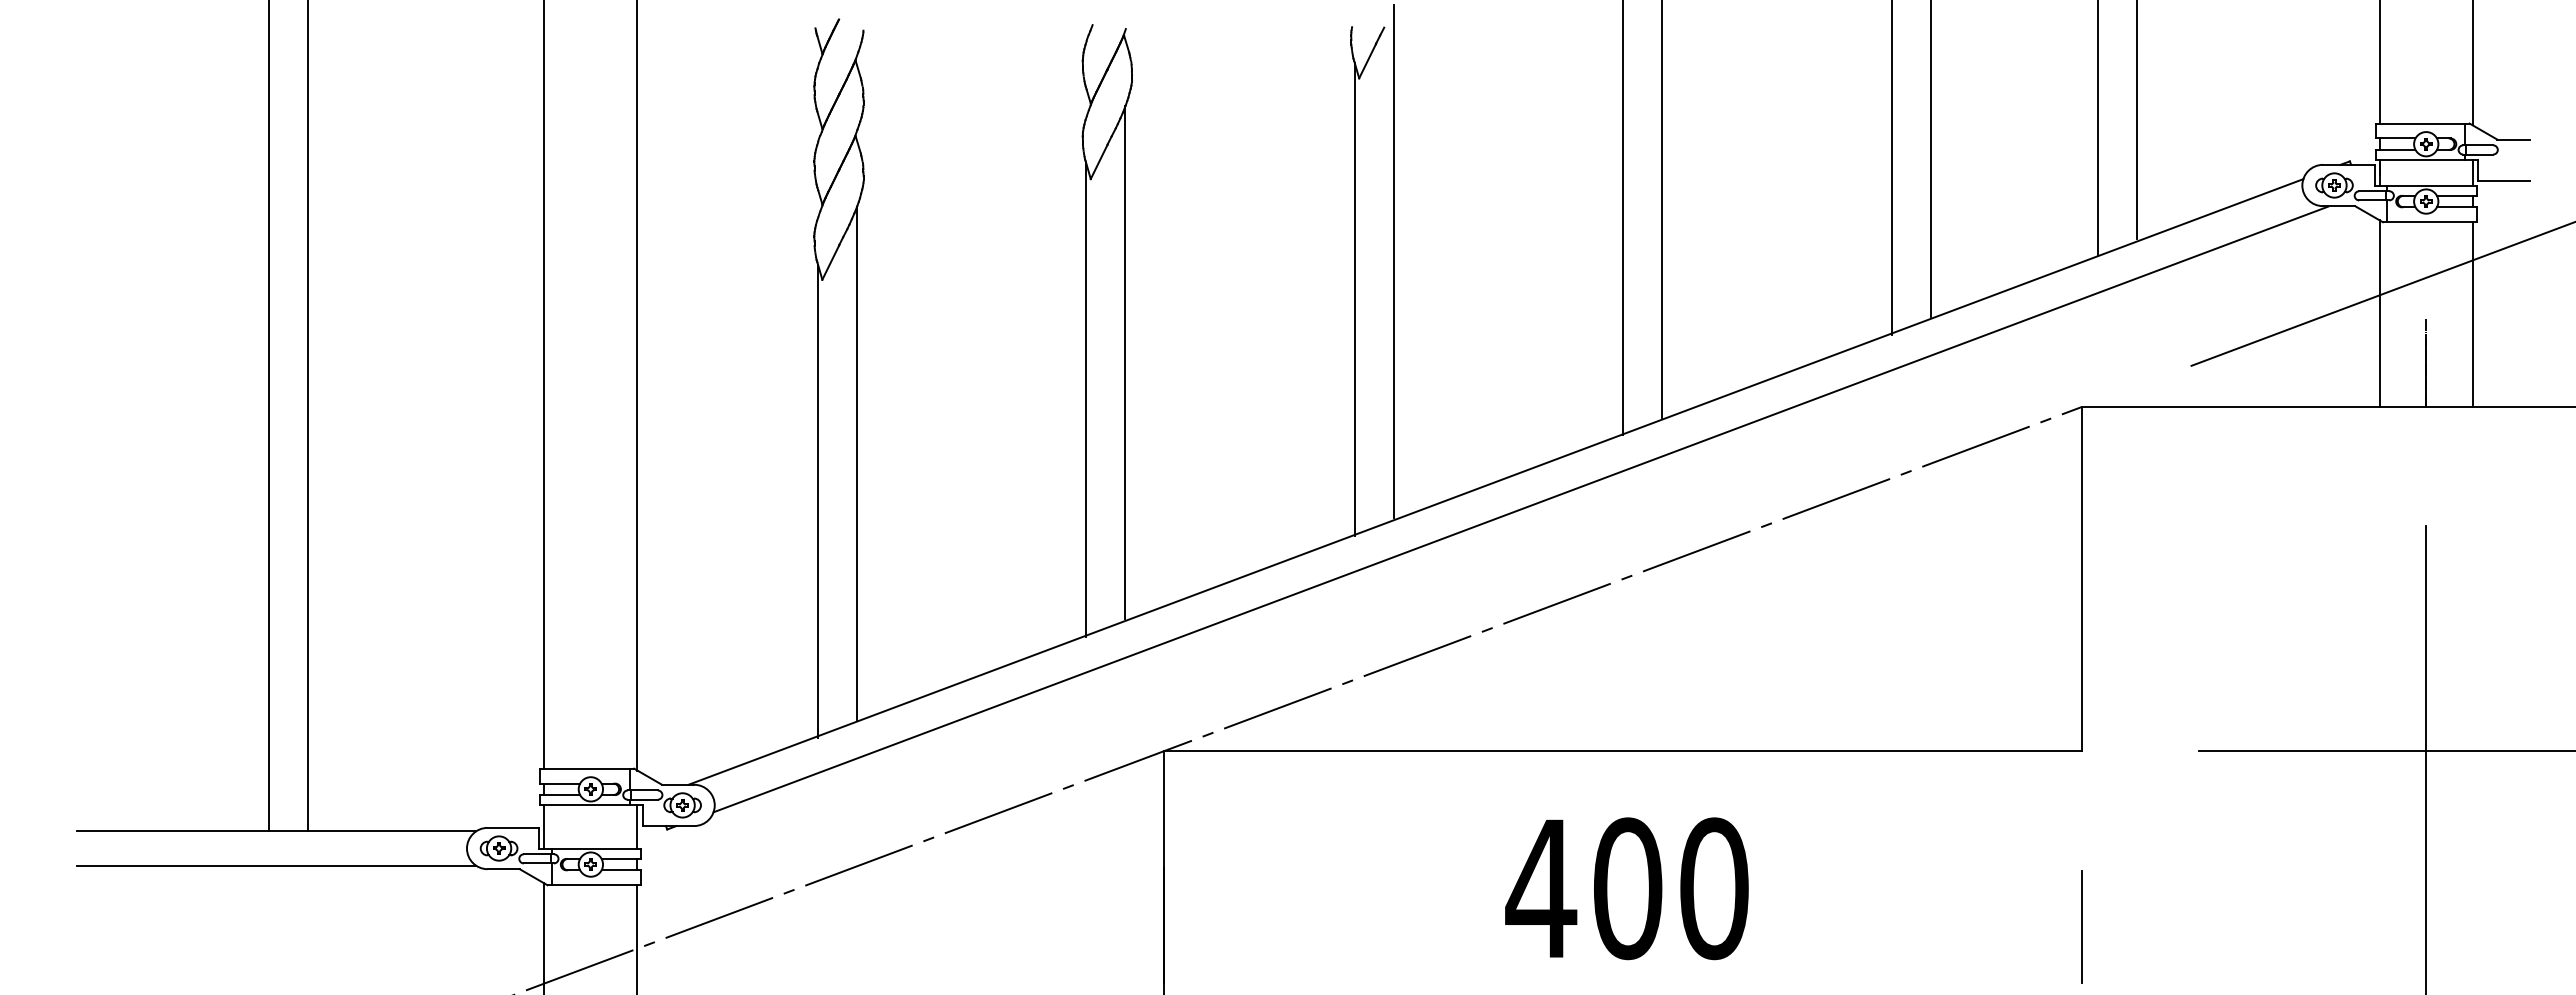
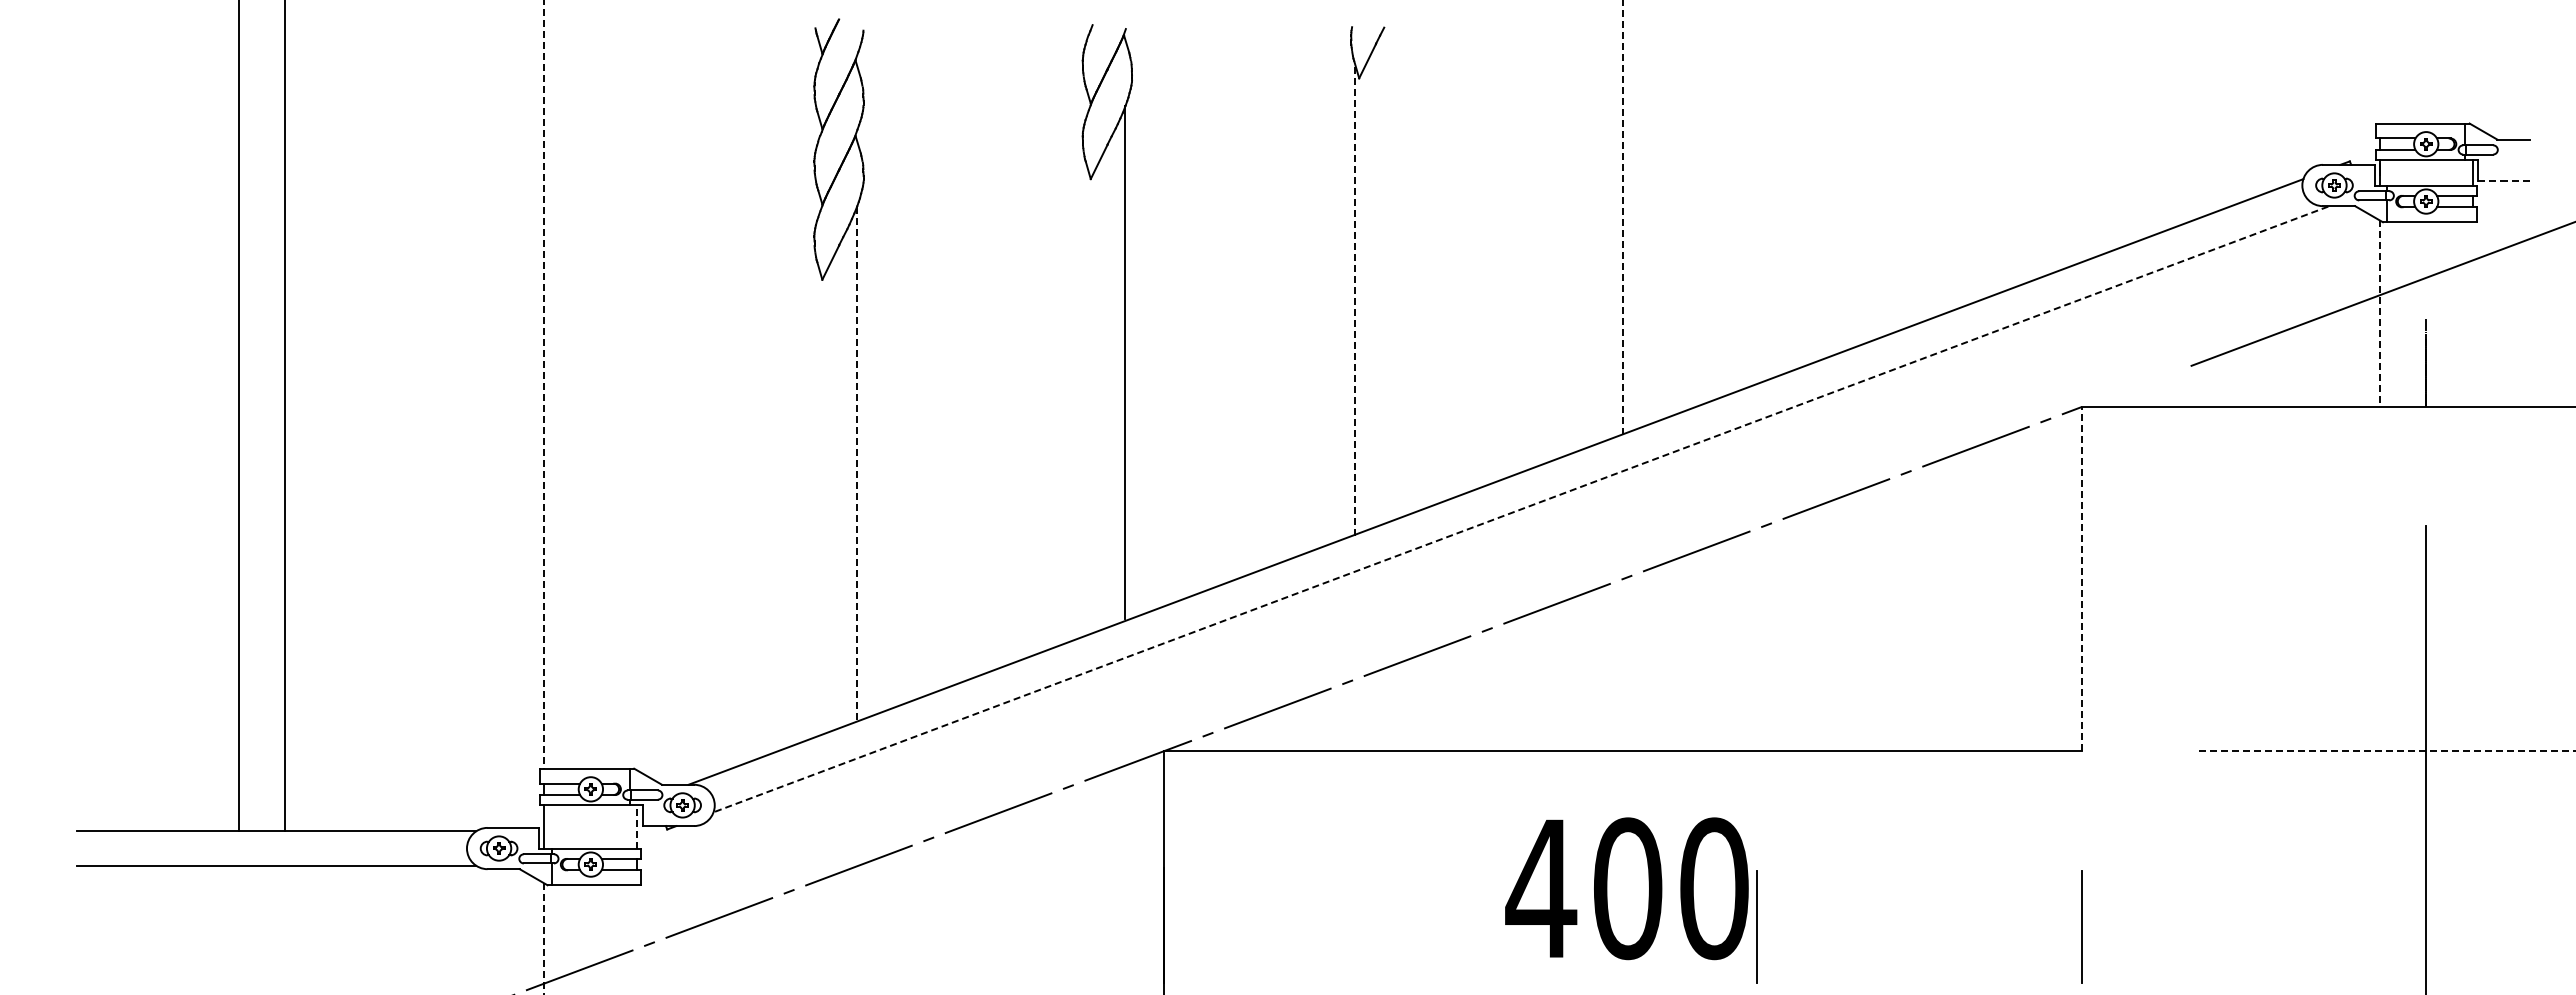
line at (2379, 62): present -> none
line at (2472, 63): present -> none
line at (2137, 120): present -> none
line at (2098, 129): present -> none
line at (1930, 159): present -> none
line at (1891, 168): present -> none
line at (2503, 180): solid -> dashed
line at (1662, 209): present -> none
line at (1623, 217): solid -> dashed
line at (1393, 261): present -> none
line at (1354, 299): solid -> dashed
line at (2379, 314): solid -> dashed
line at (2472, 314): present -> none
line at (544, 384): solid -> dashed
line at (637, 386): present -> none
line at (1086, 399): present -> none
line at (268, 416) position: (268, 416) -> (238, 416)
line at (307, 416) position: (307, 416) -> (284, 416)
line at (857, 462): solid -> dashed
line at (818, 500): present -> none
line at (1520, 509): solid -> dashed
line at (2082, 578): solid -> dashed
line at (2387, 751): solid -> dashed
line at (637, 826): solid -> dashed
line at (1756, 926): none -> present
line at (637, 938): present -> none
line at (544, 939): solid -> dashed
